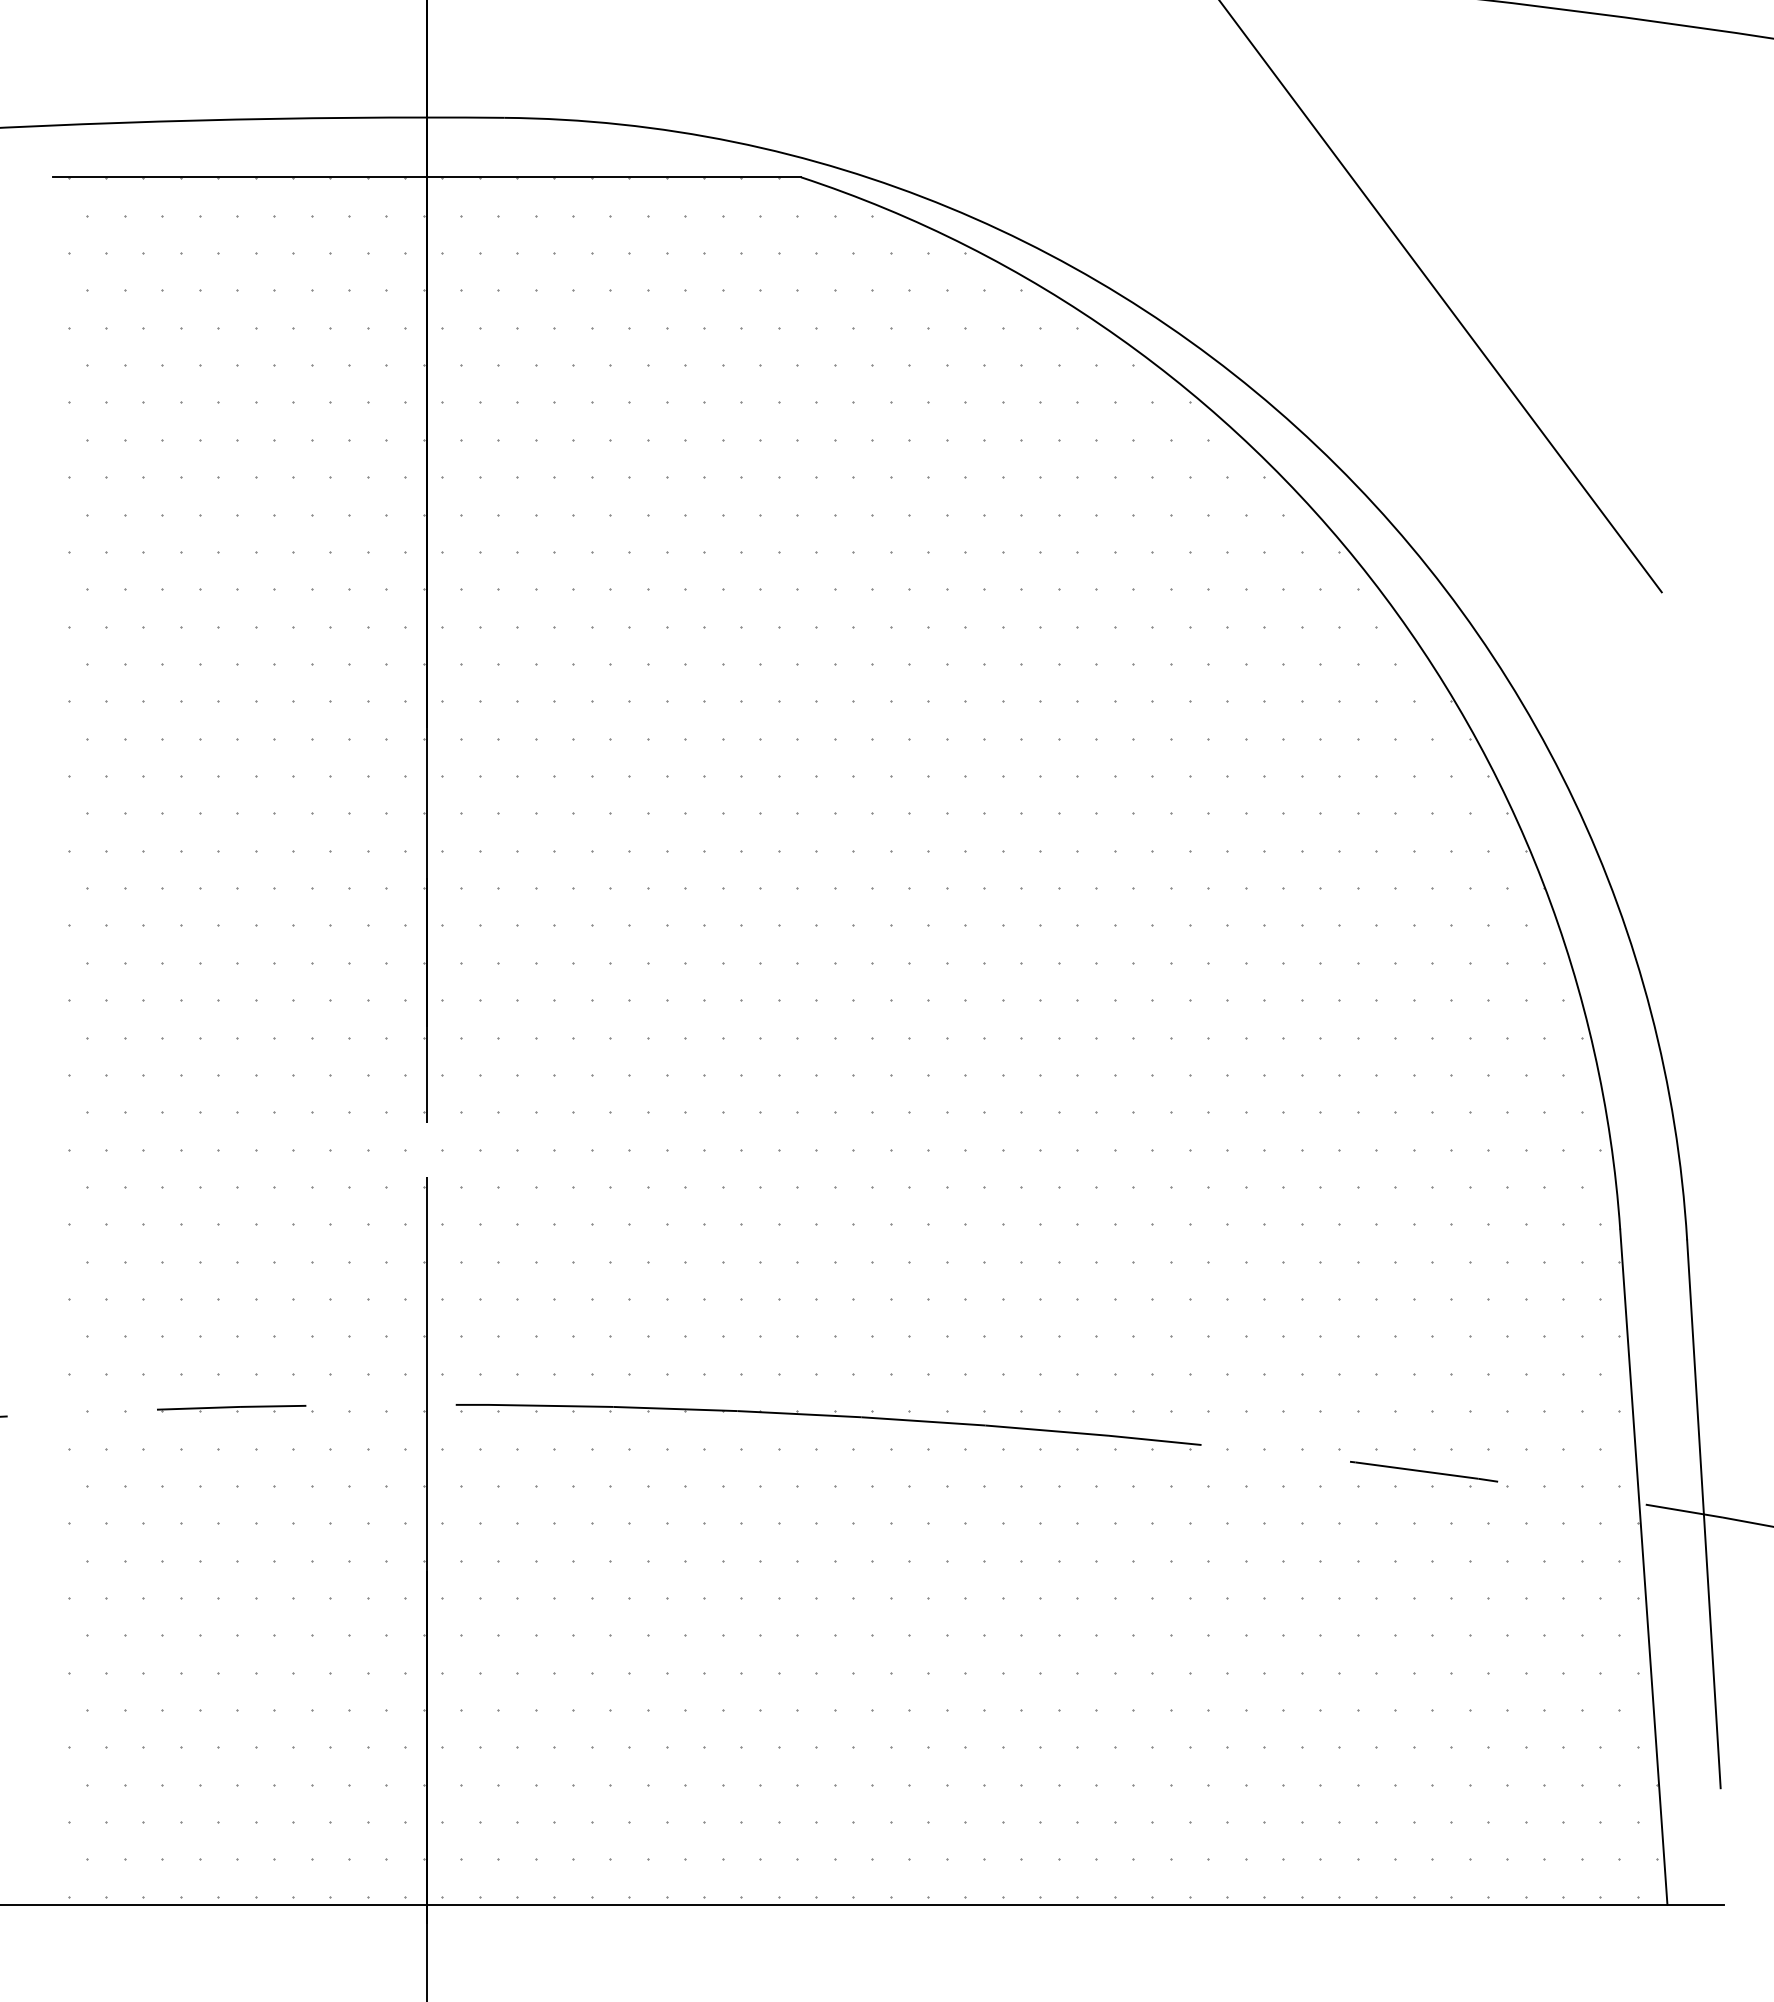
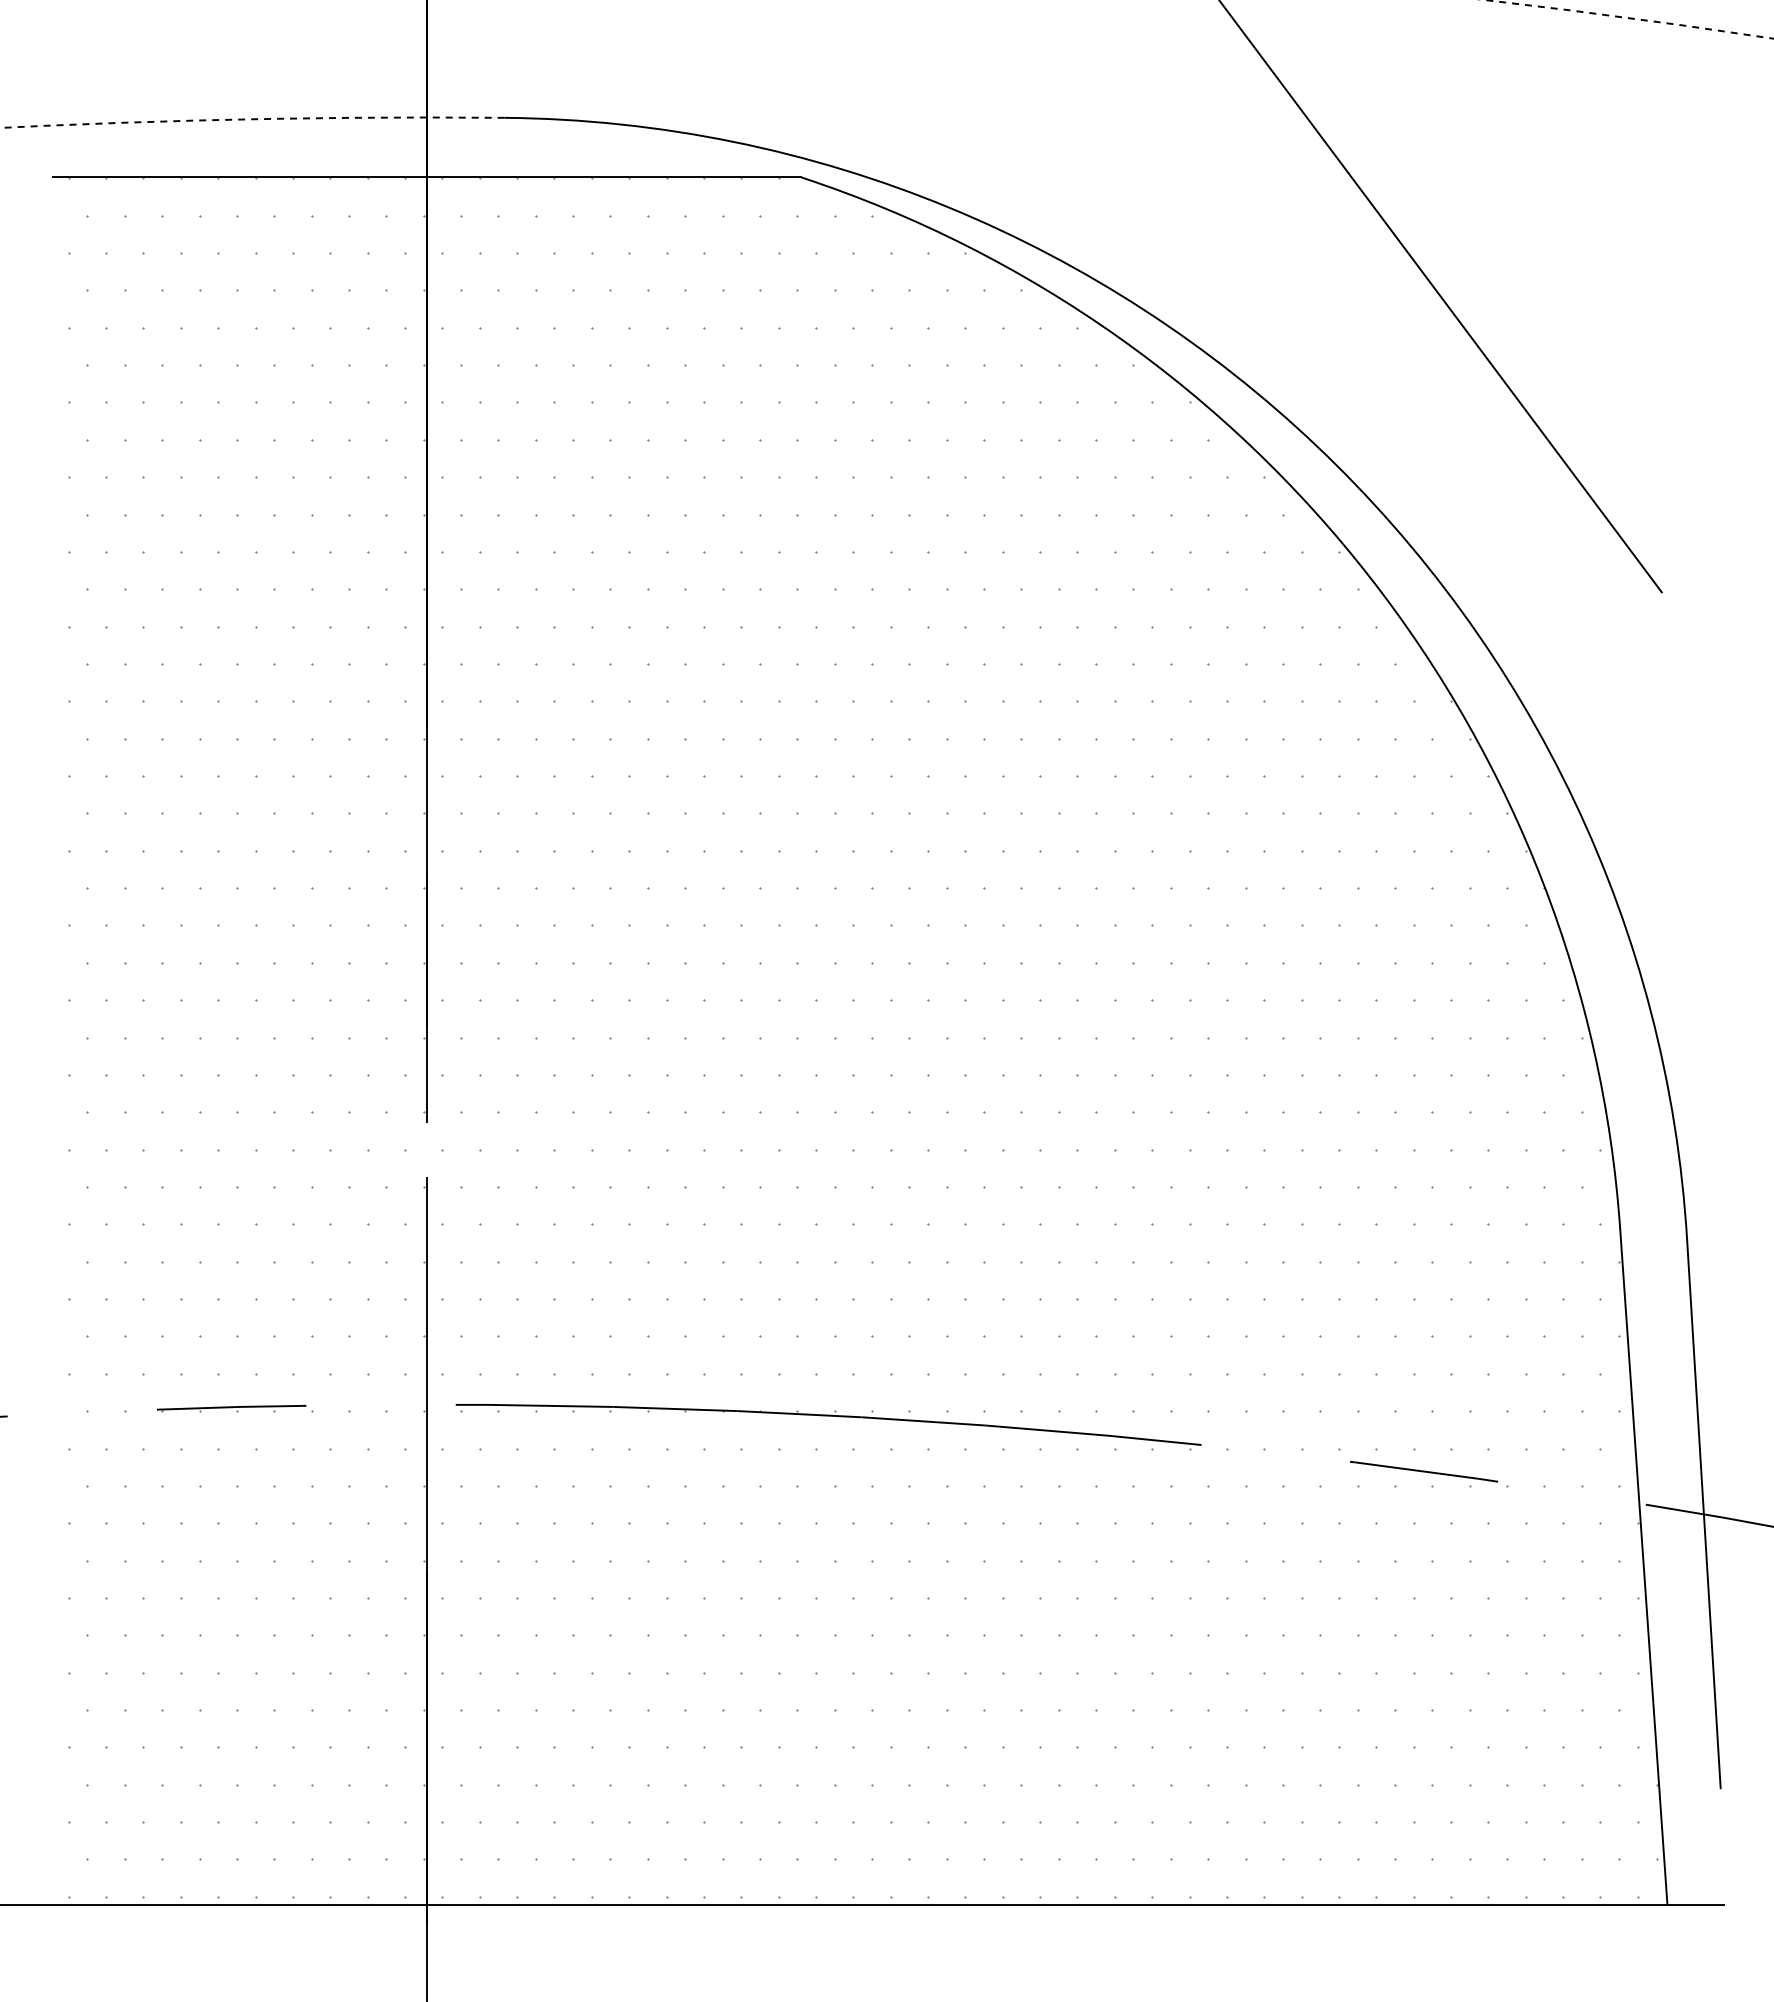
circle at (1629, 19): solid -> dashed
arc at (252, 119): solid -> dashed
